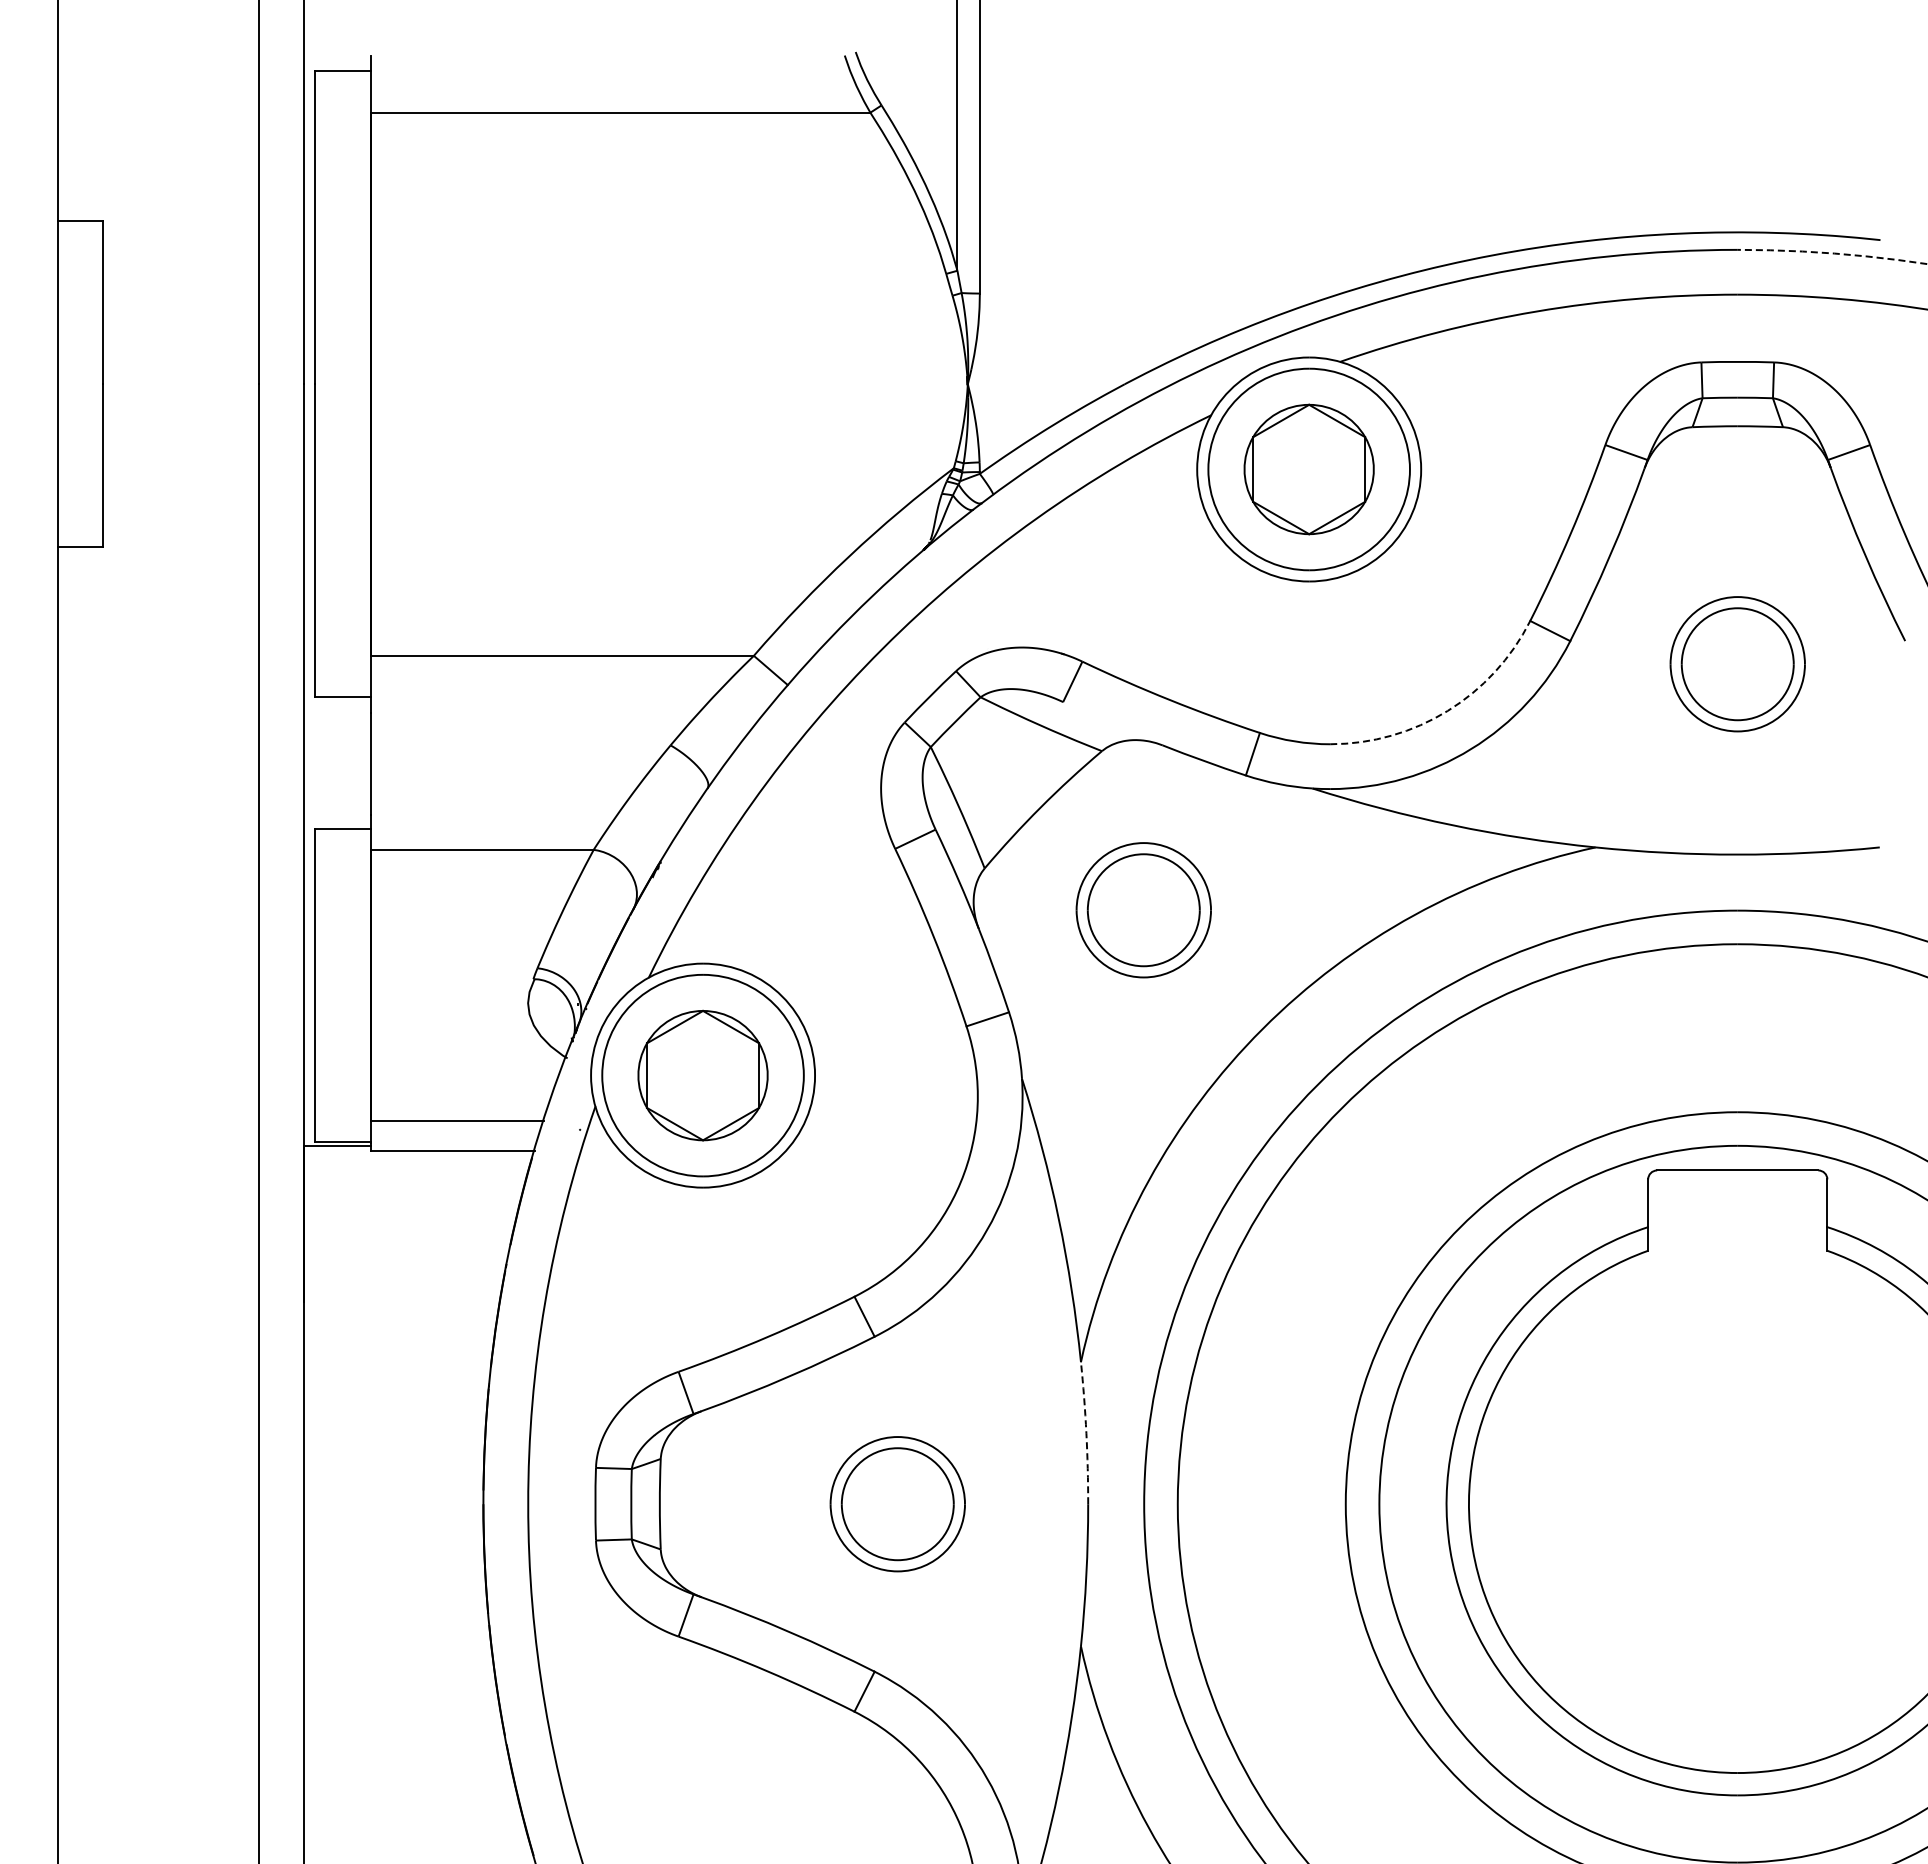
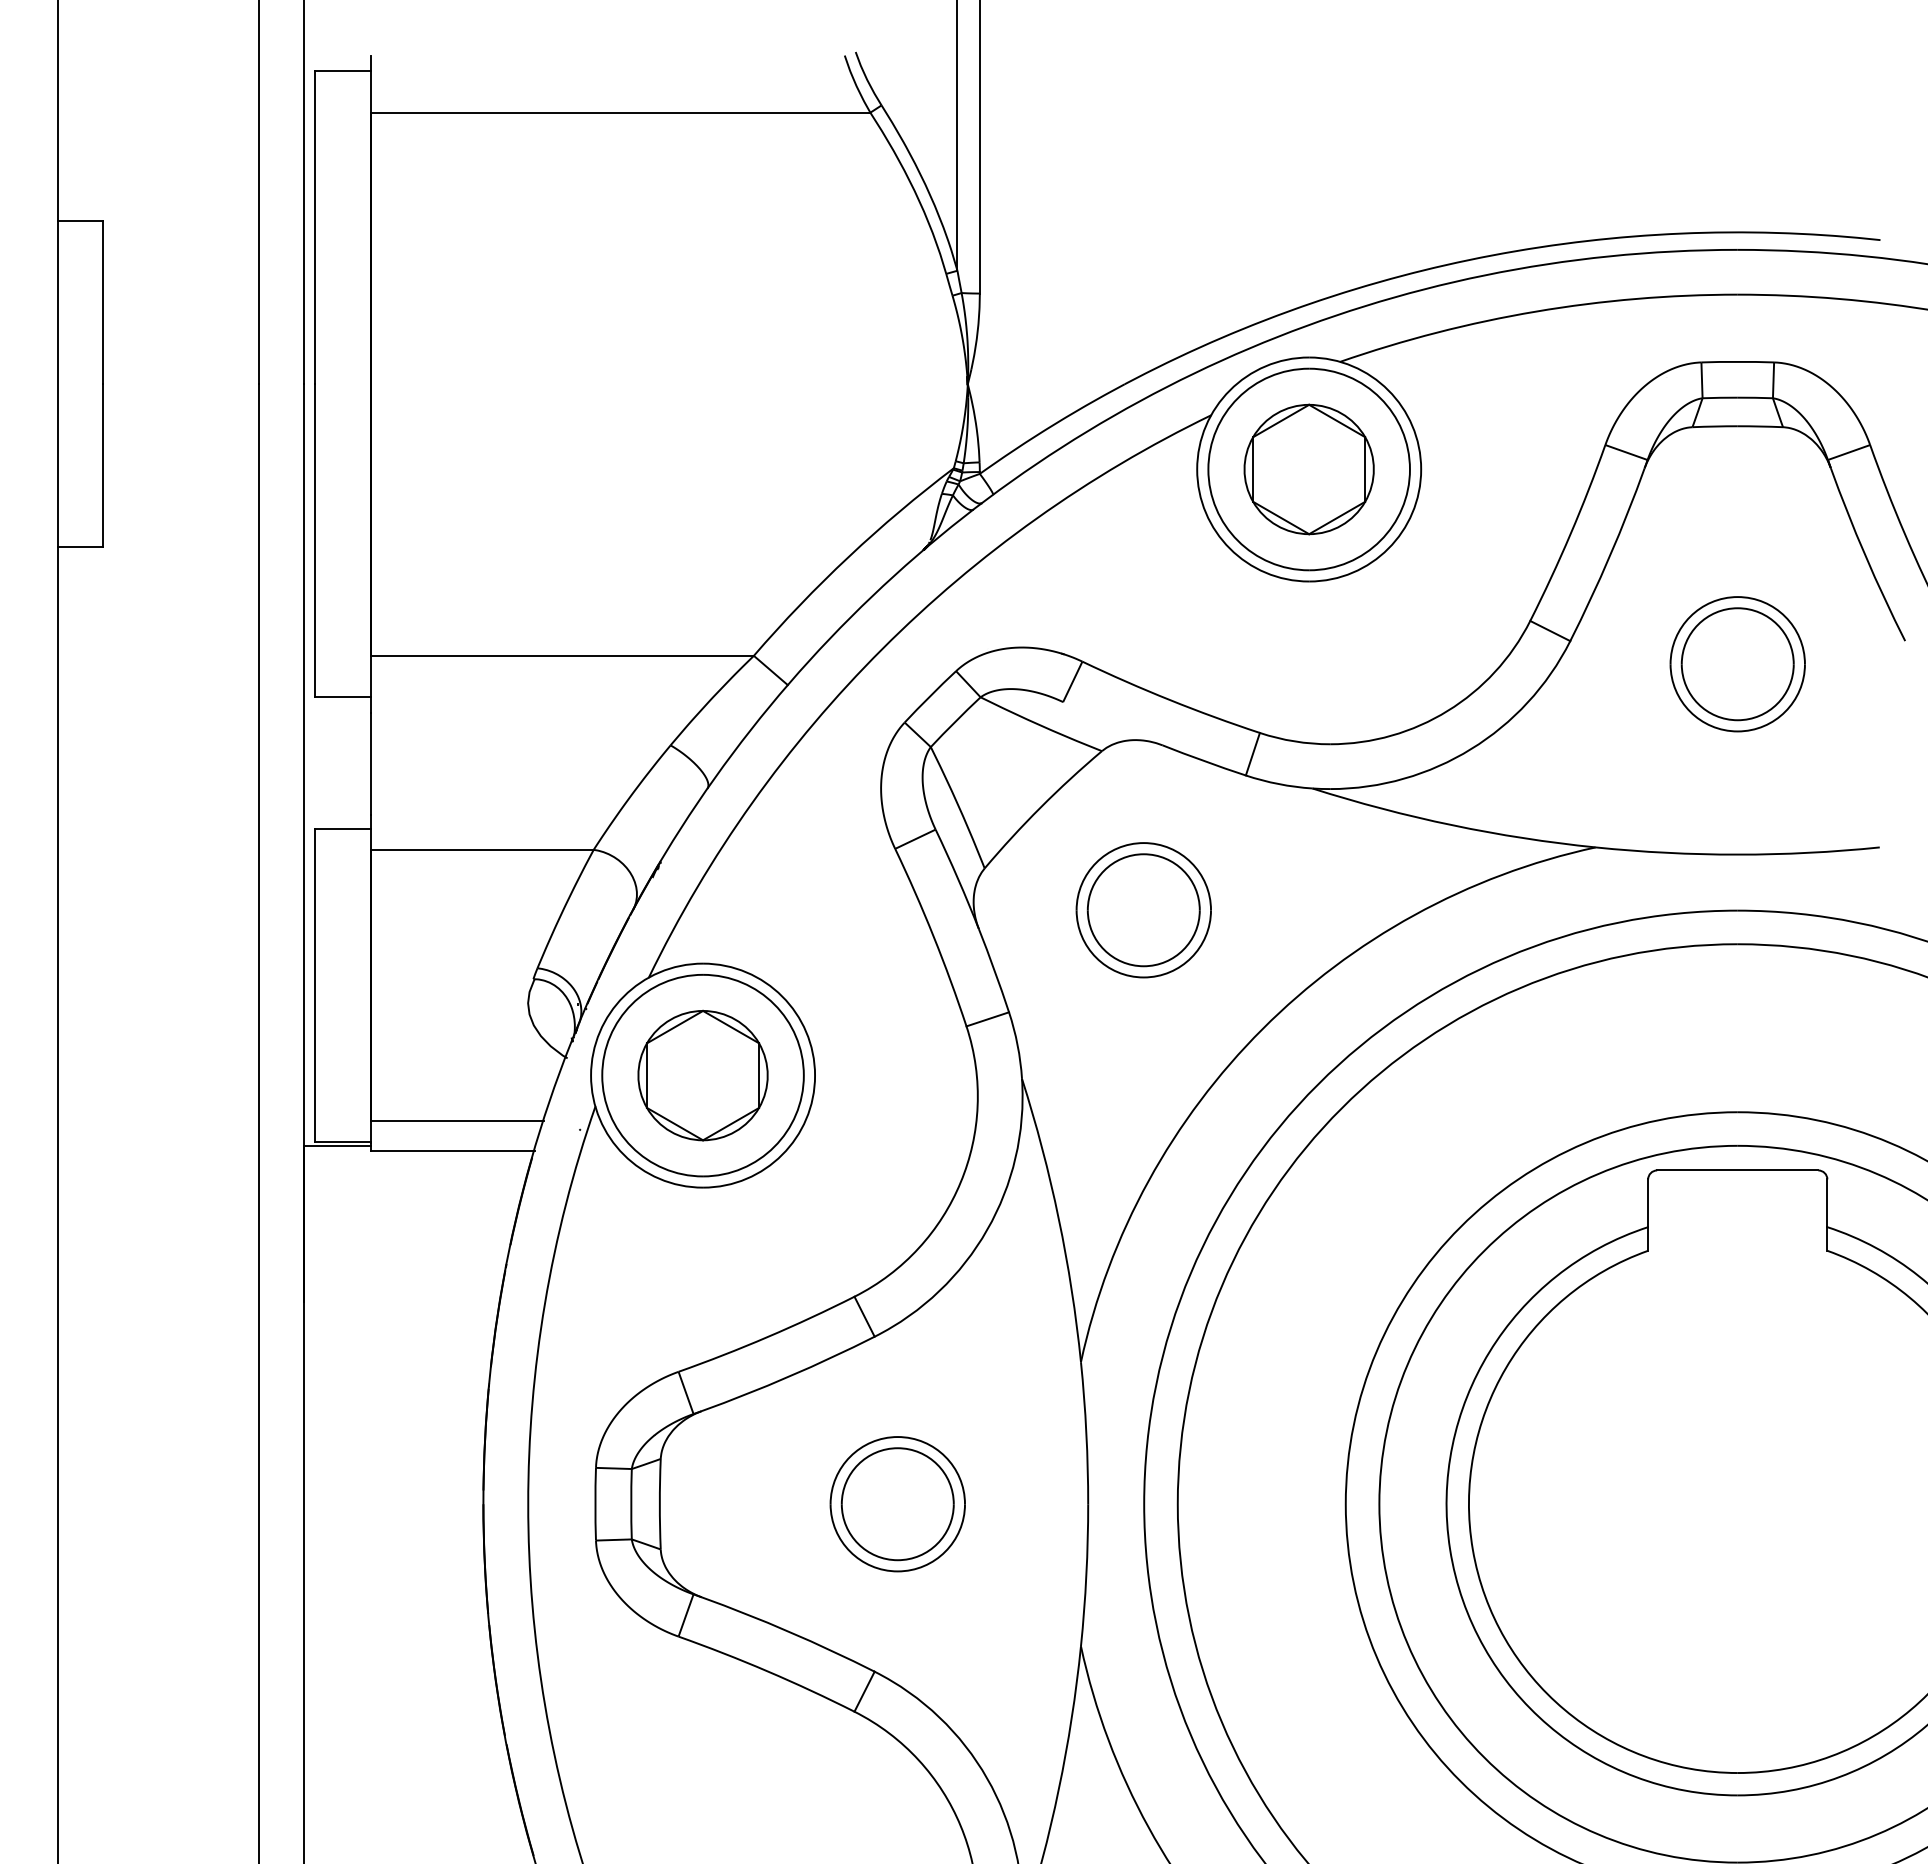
arc at (1832, 253): dashed -> solid
arc at (1447, 710): dashed -> solid
arc at (1086, 1433): dashed -> solid
